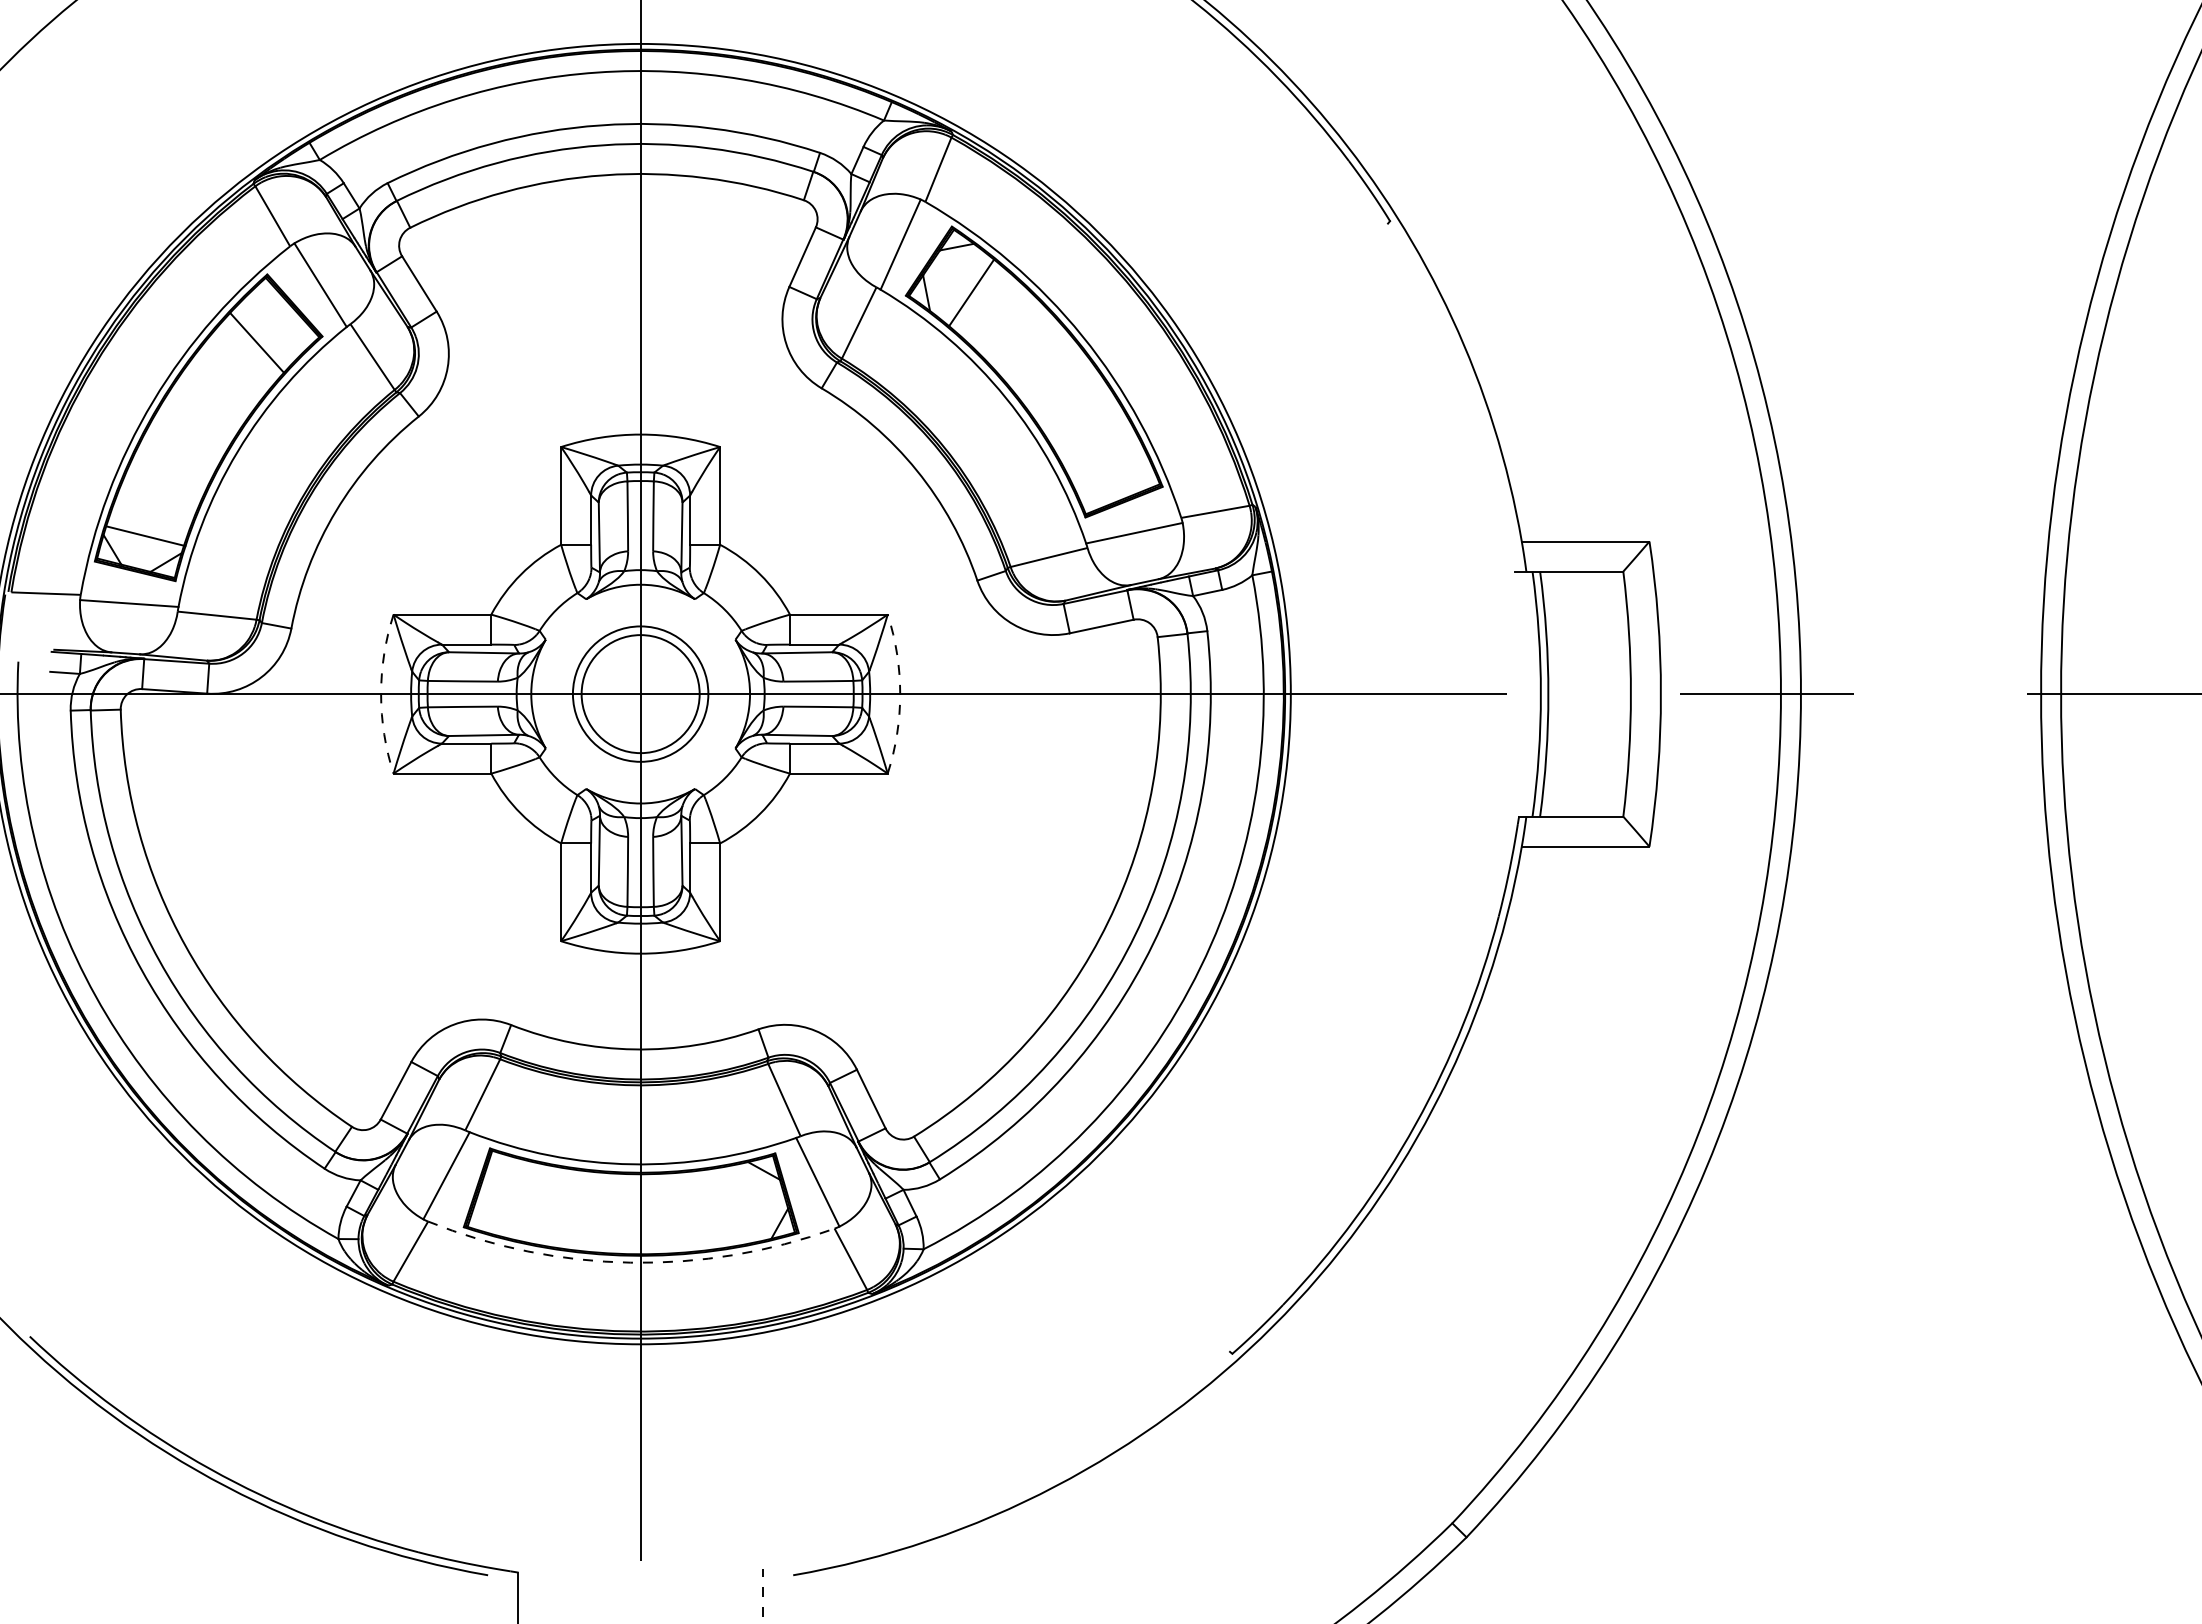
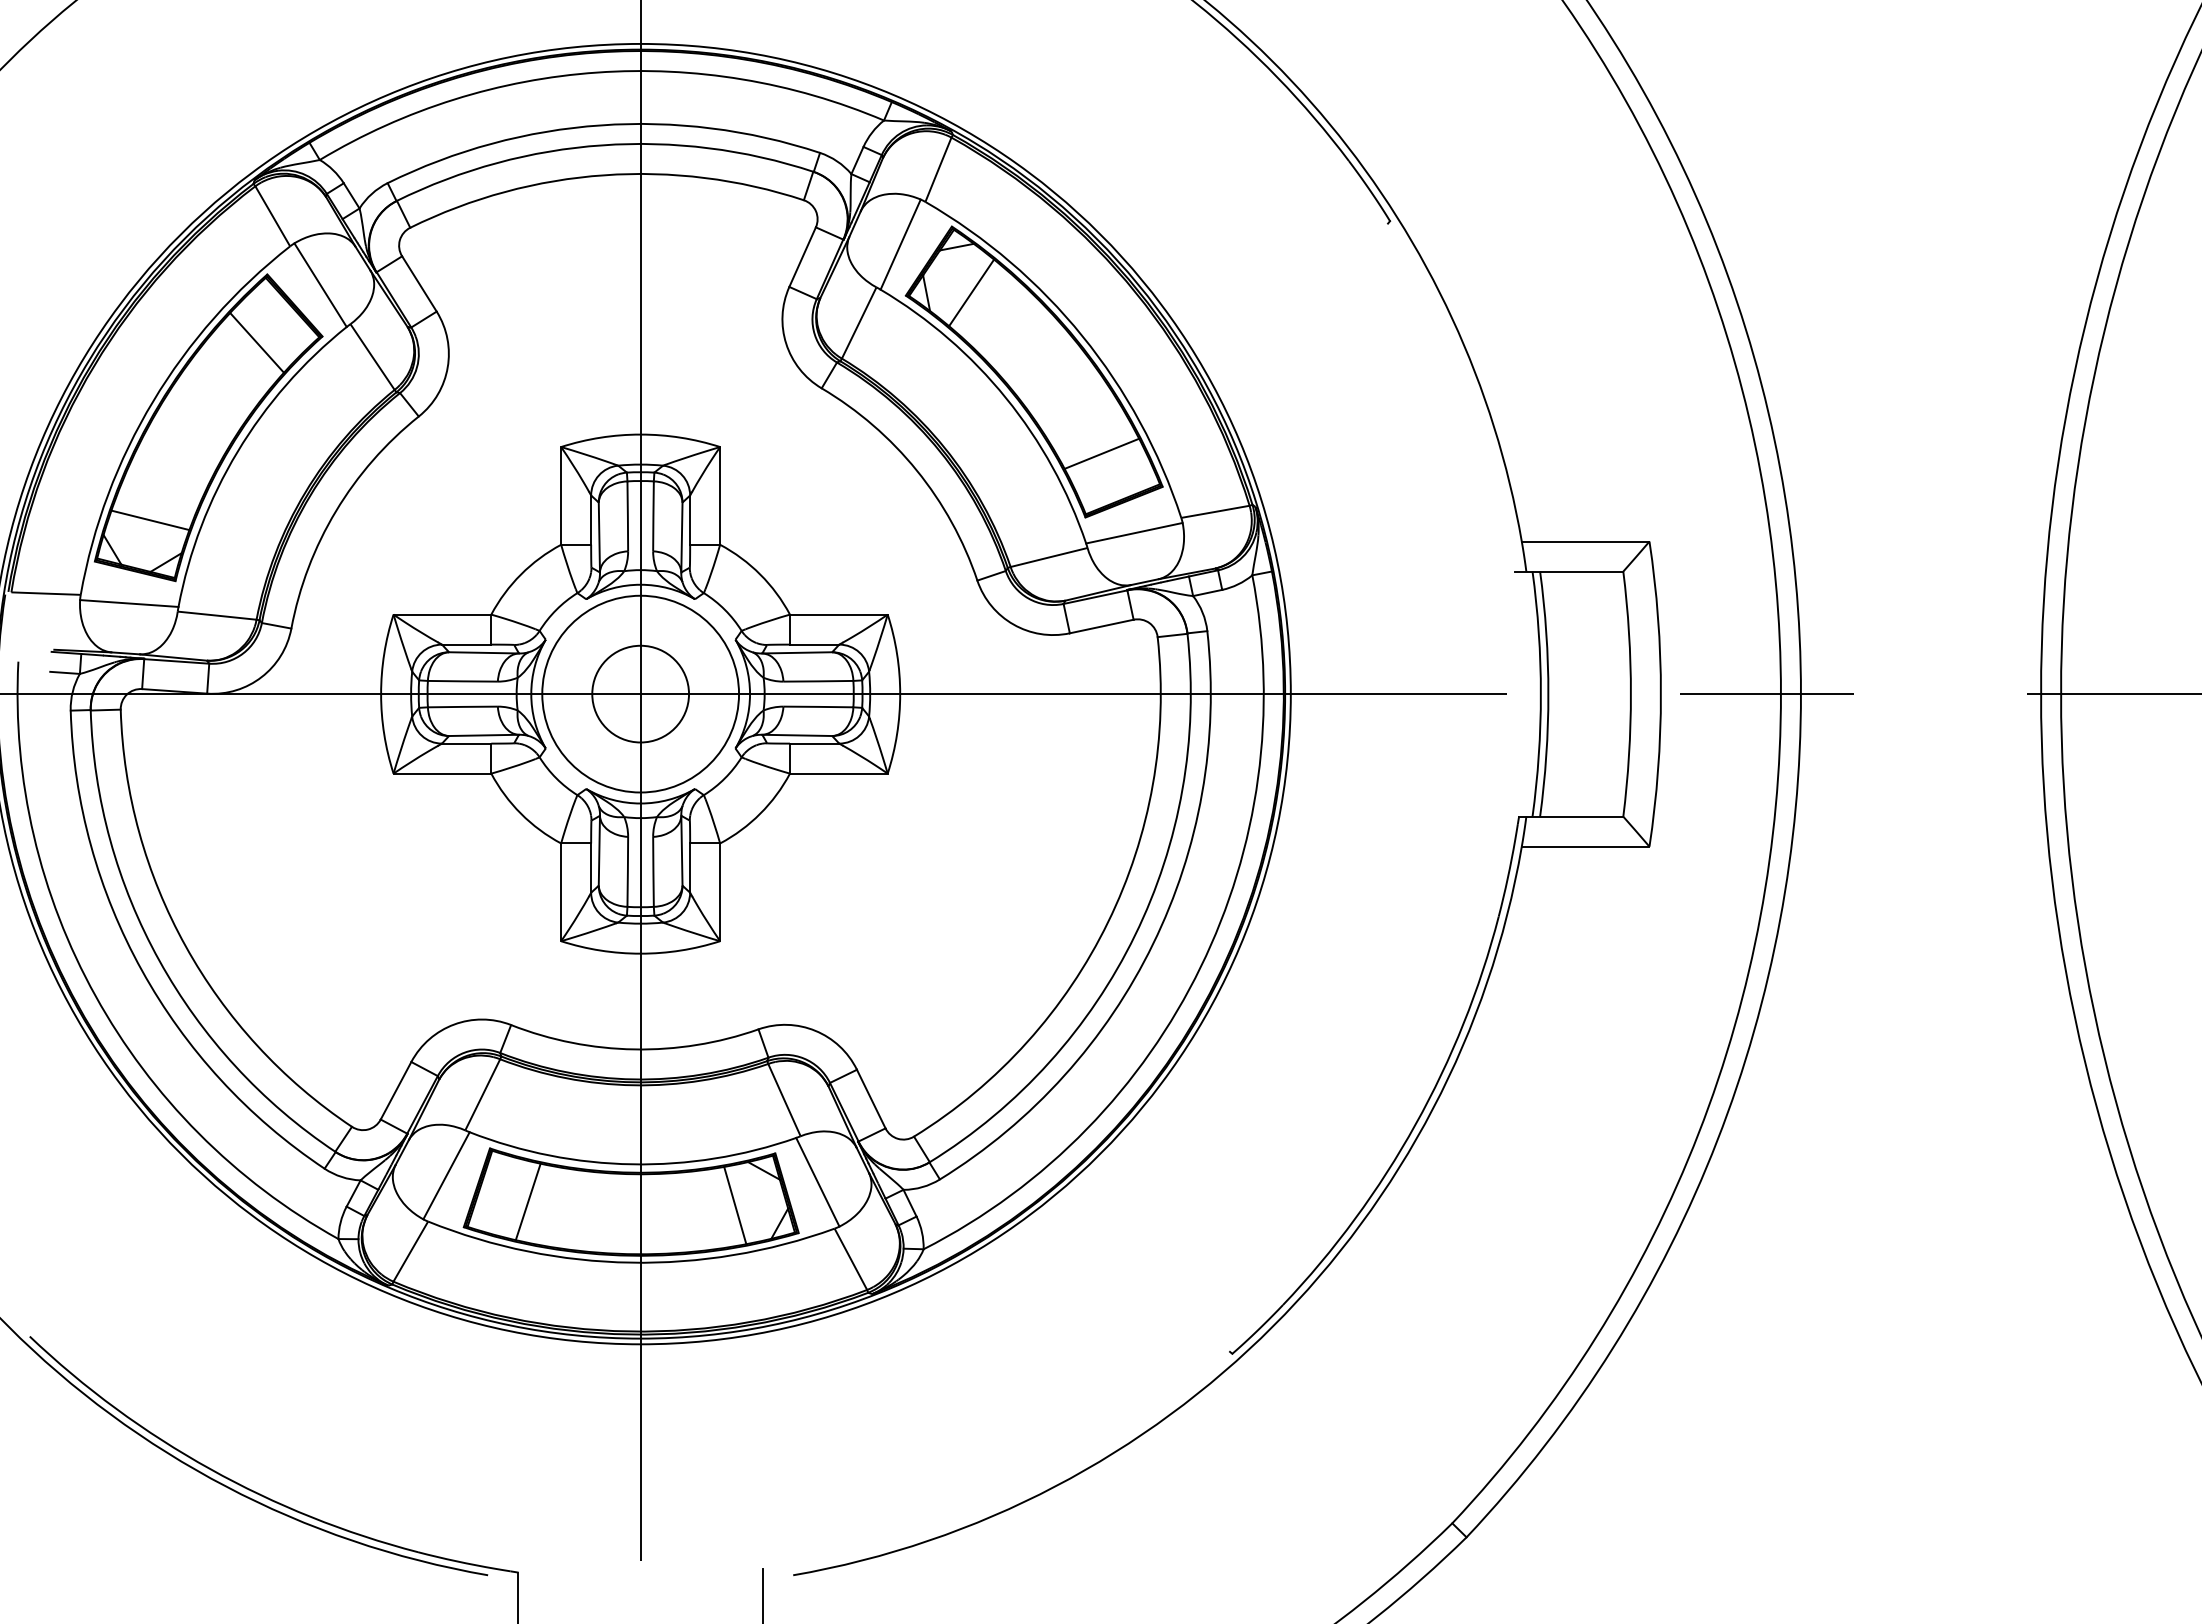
line at (1101, 453): none -> present
line at (146, 536) position: (146, 536) -> (150, 520)
circle at (640, 693) diameter: 135 px -> 97 px
arc at (381, 694): dashed -> solid
circle at (640, 694) diameter: 118 px -> 197 px
arc at (900, 694): dashed -> solid
line at (527, 1201): none -> present
line at (735, 1205): none -> present
arc at (630, 1262): dashed -> solid
line at (763, 1595): dashed -> solid
